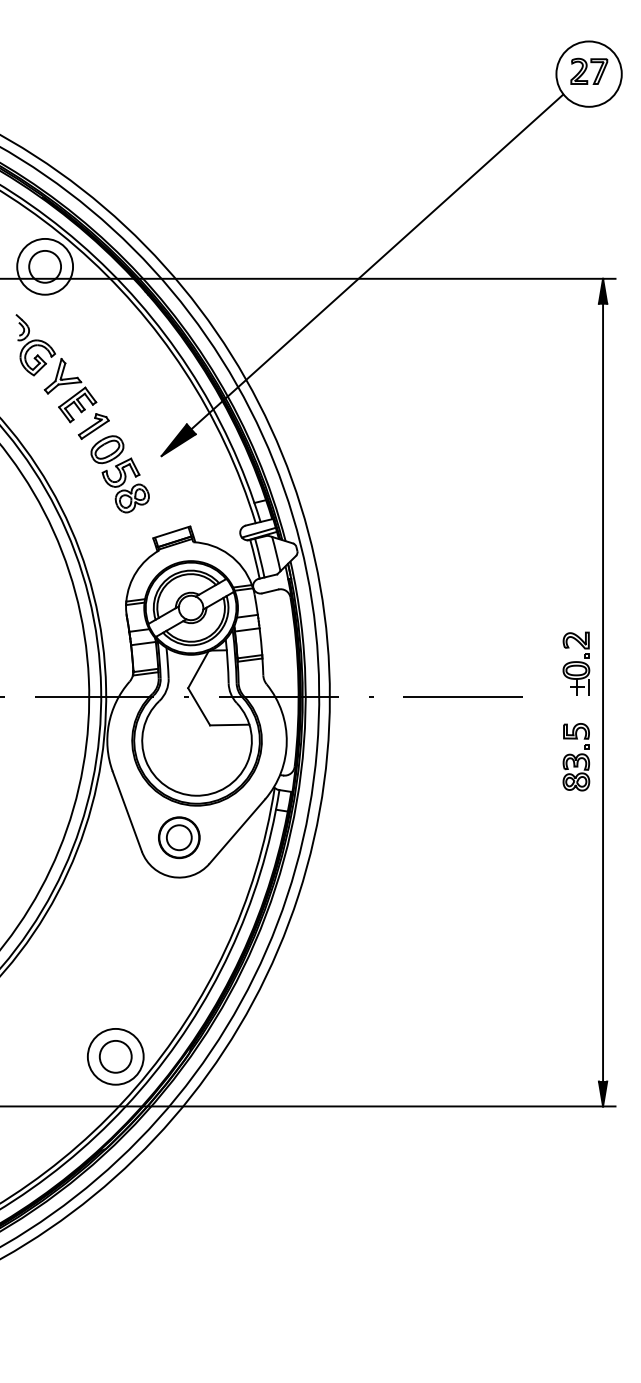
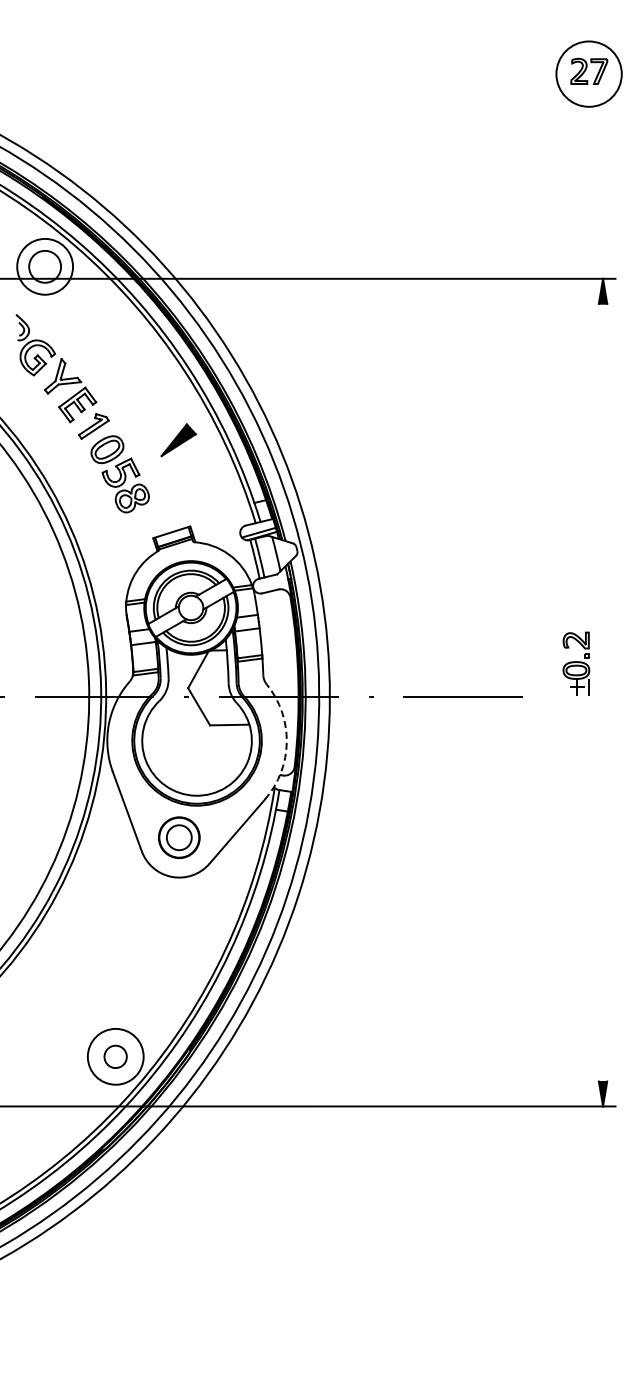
line at (377, 261): present -> none
line at (603, 692): present -> none
arc at (286, 742): solid -> dashed
part at (576, 757): present -> none
circle at (115, 1056) size: 35x34 px -> 25x25 px
